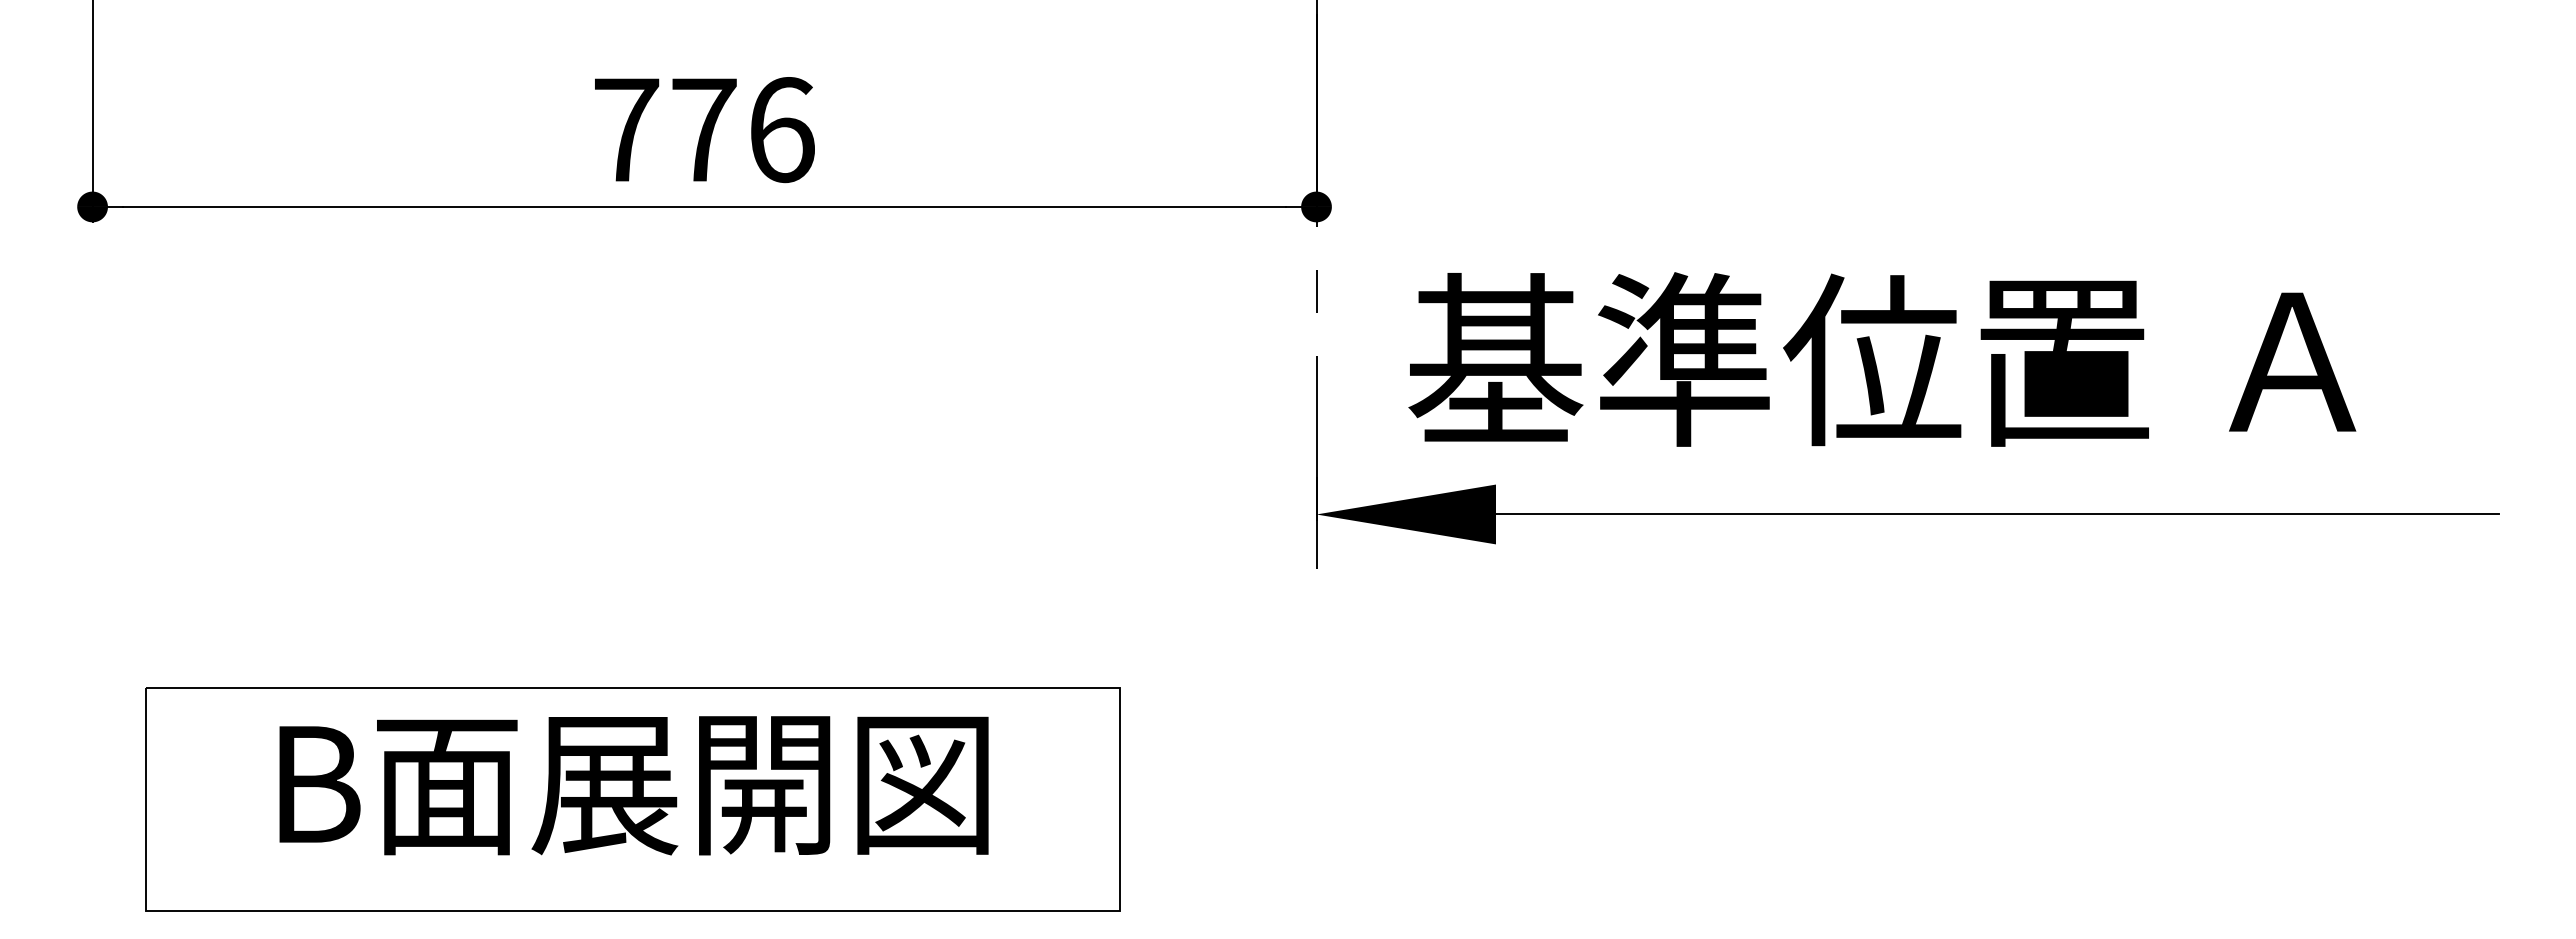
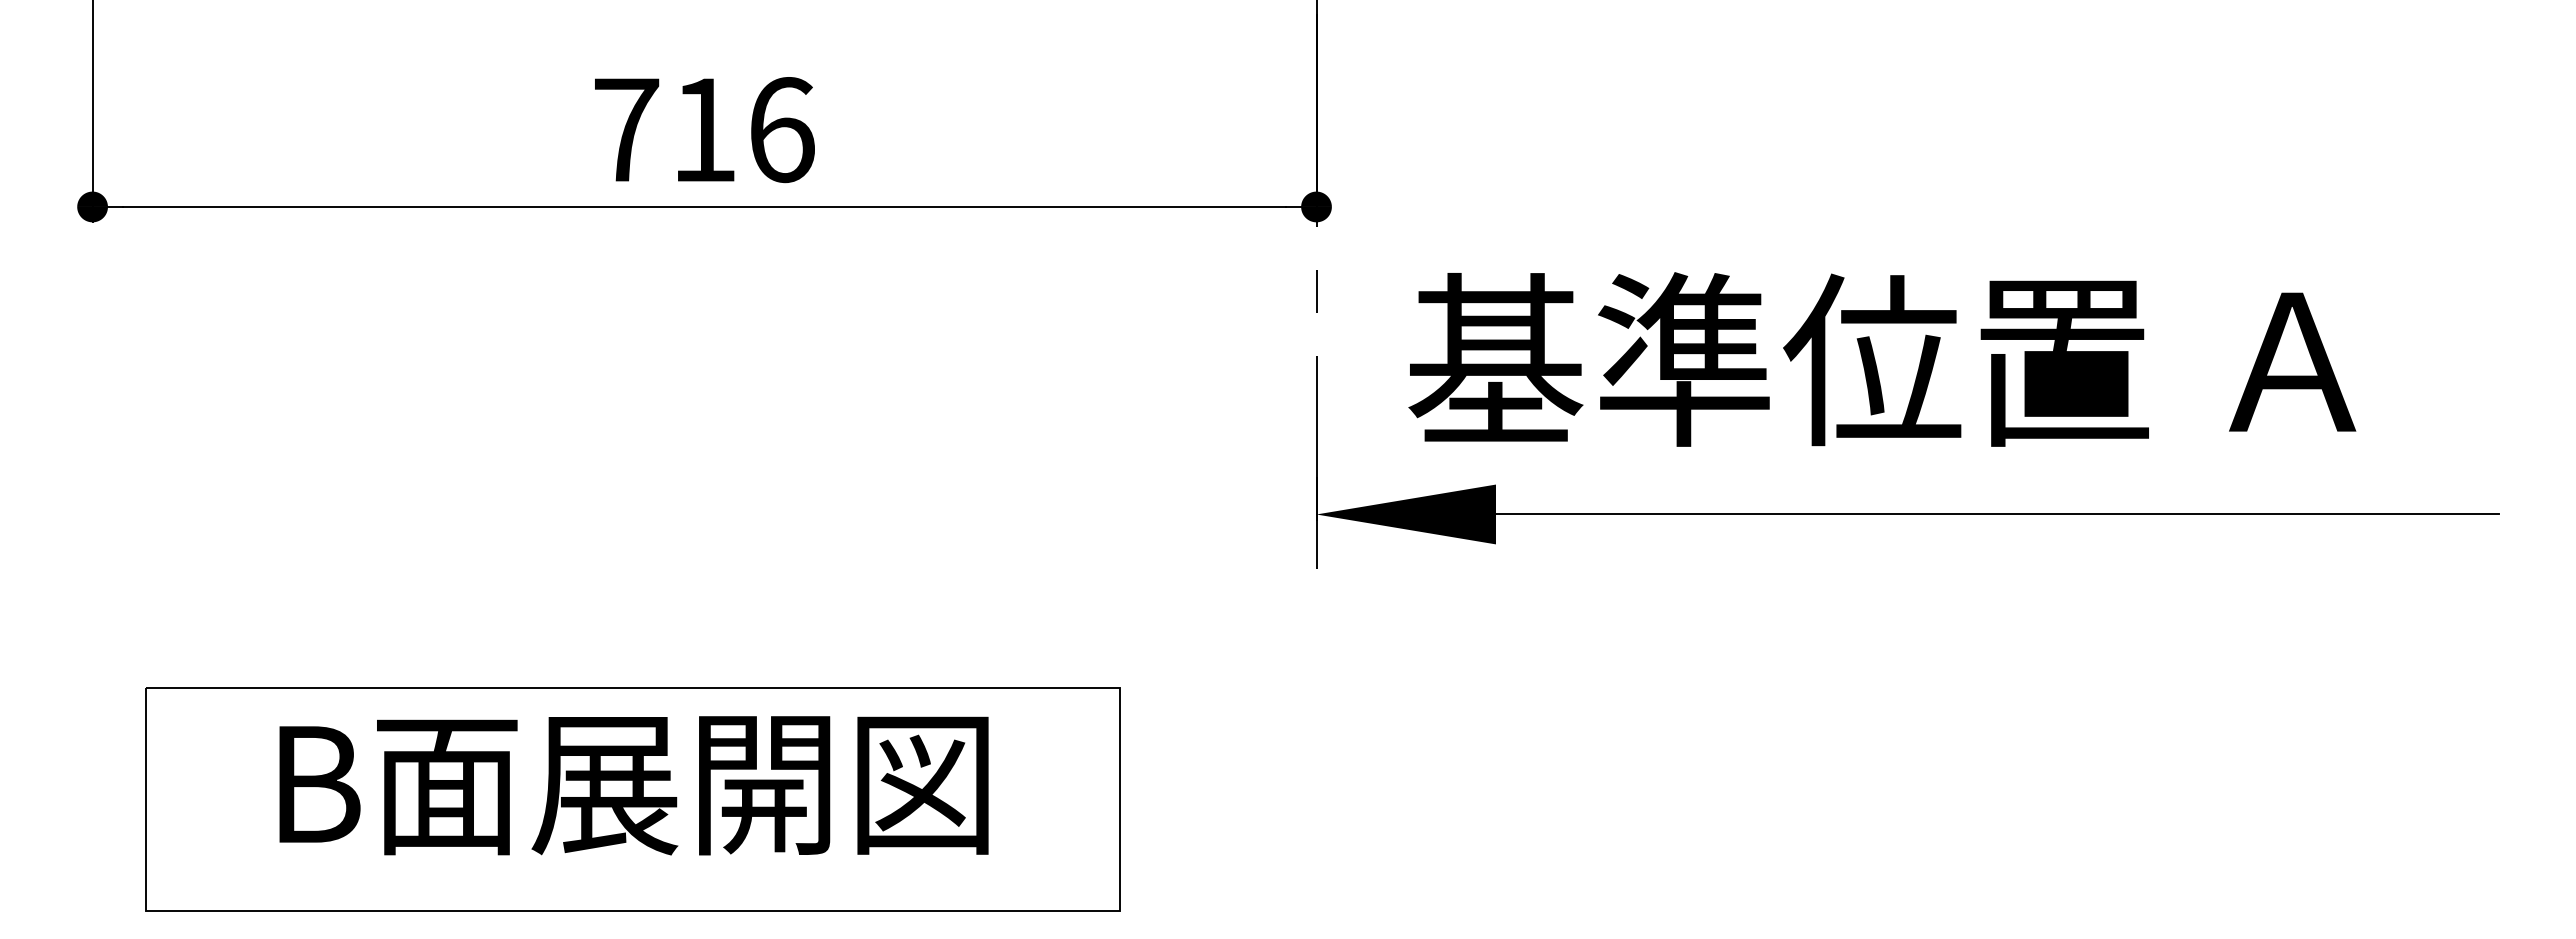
text at (704, 129): 776 -> 716
